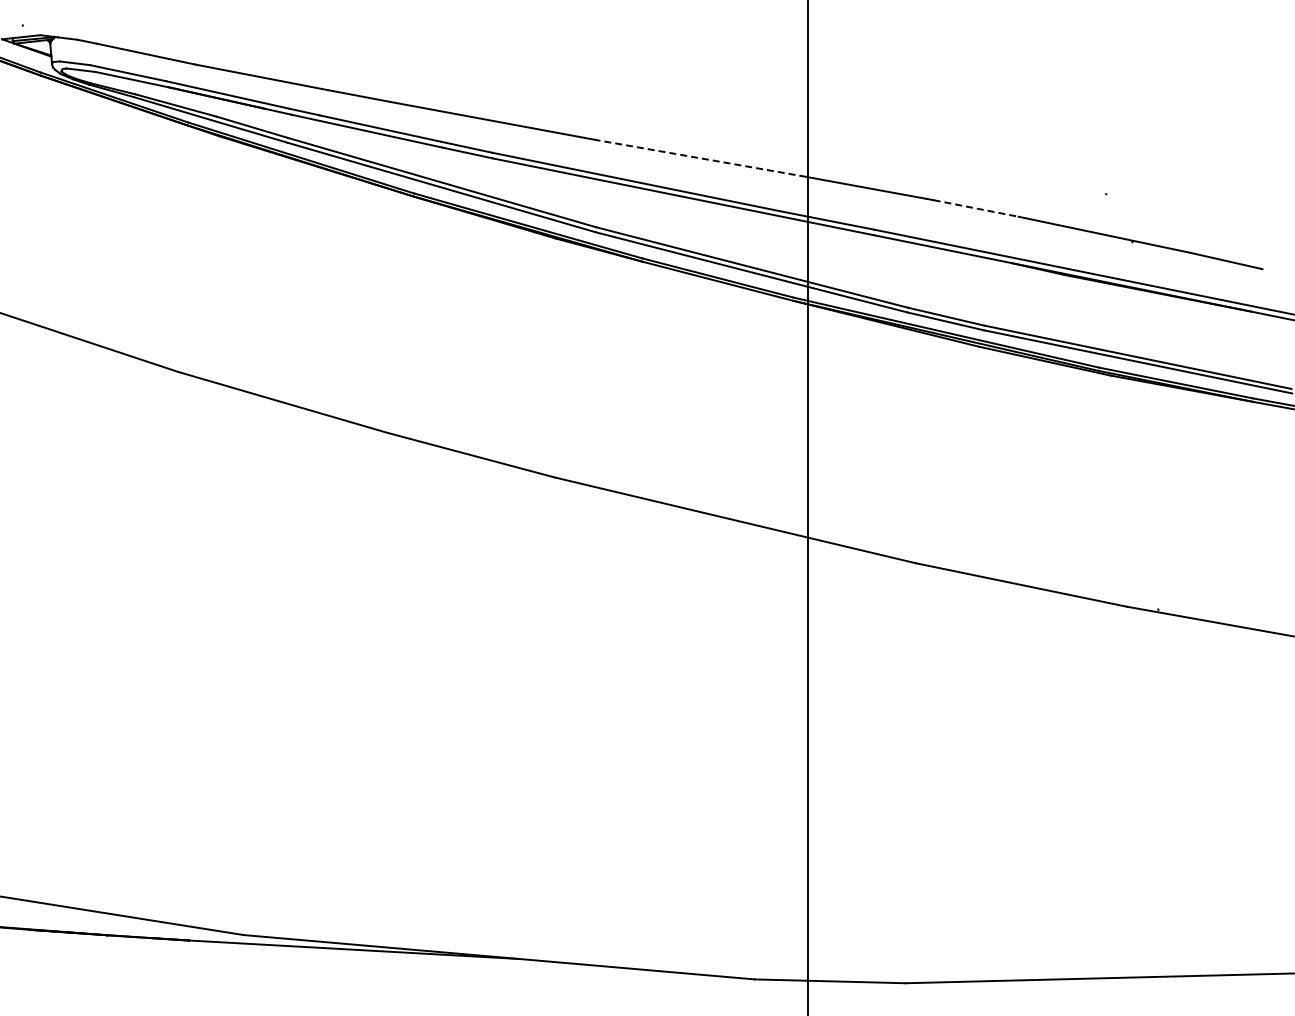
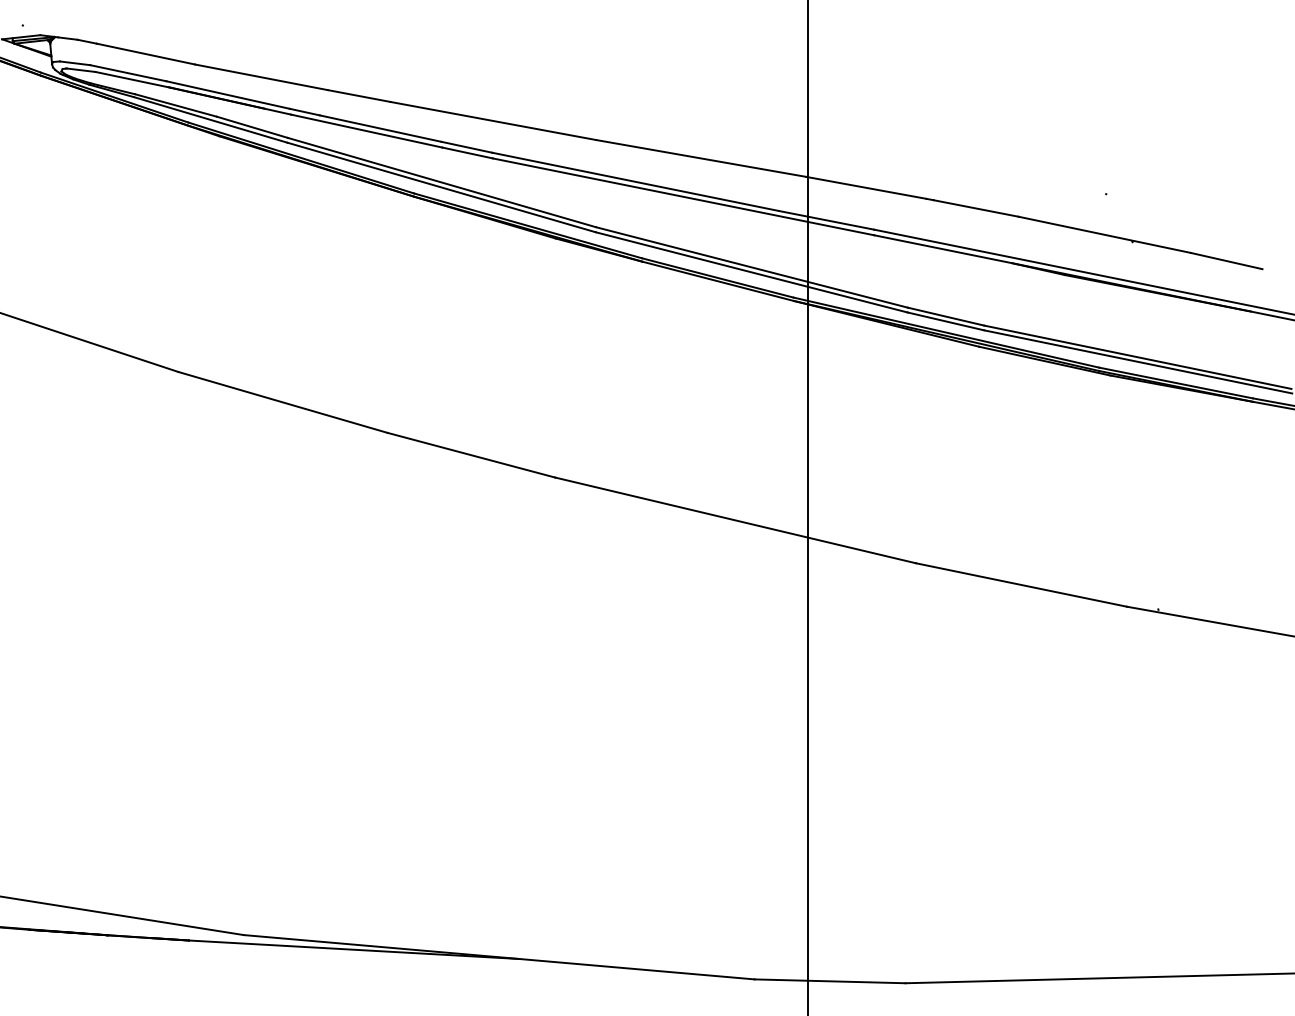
line at (701, 158): dashed -> solid
line at (976, 208): dashed -> solid
